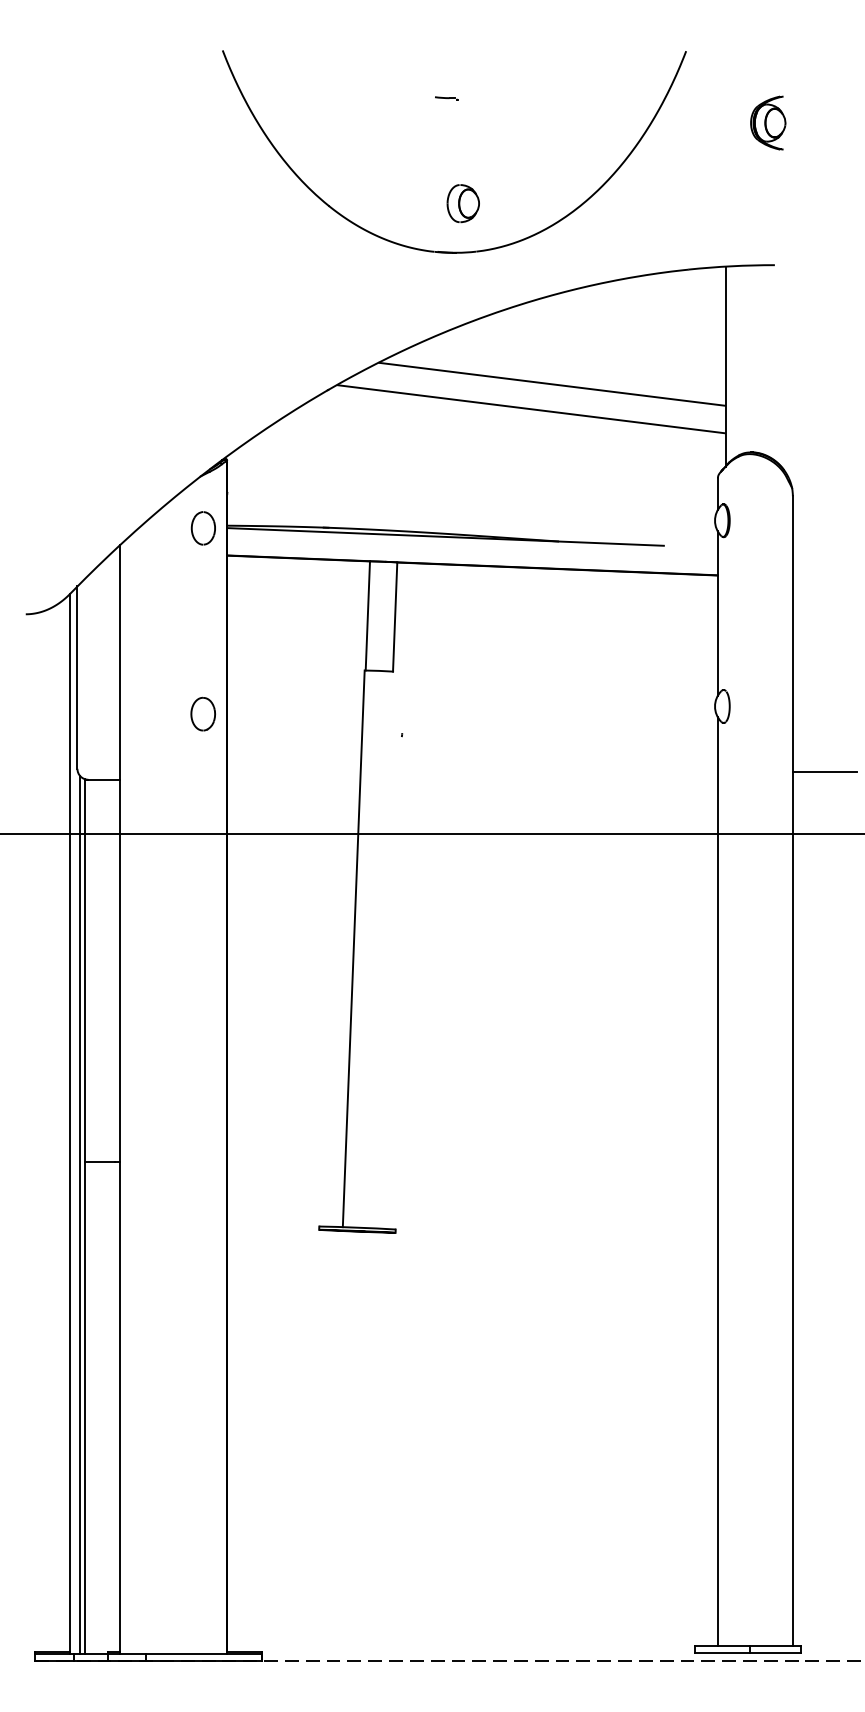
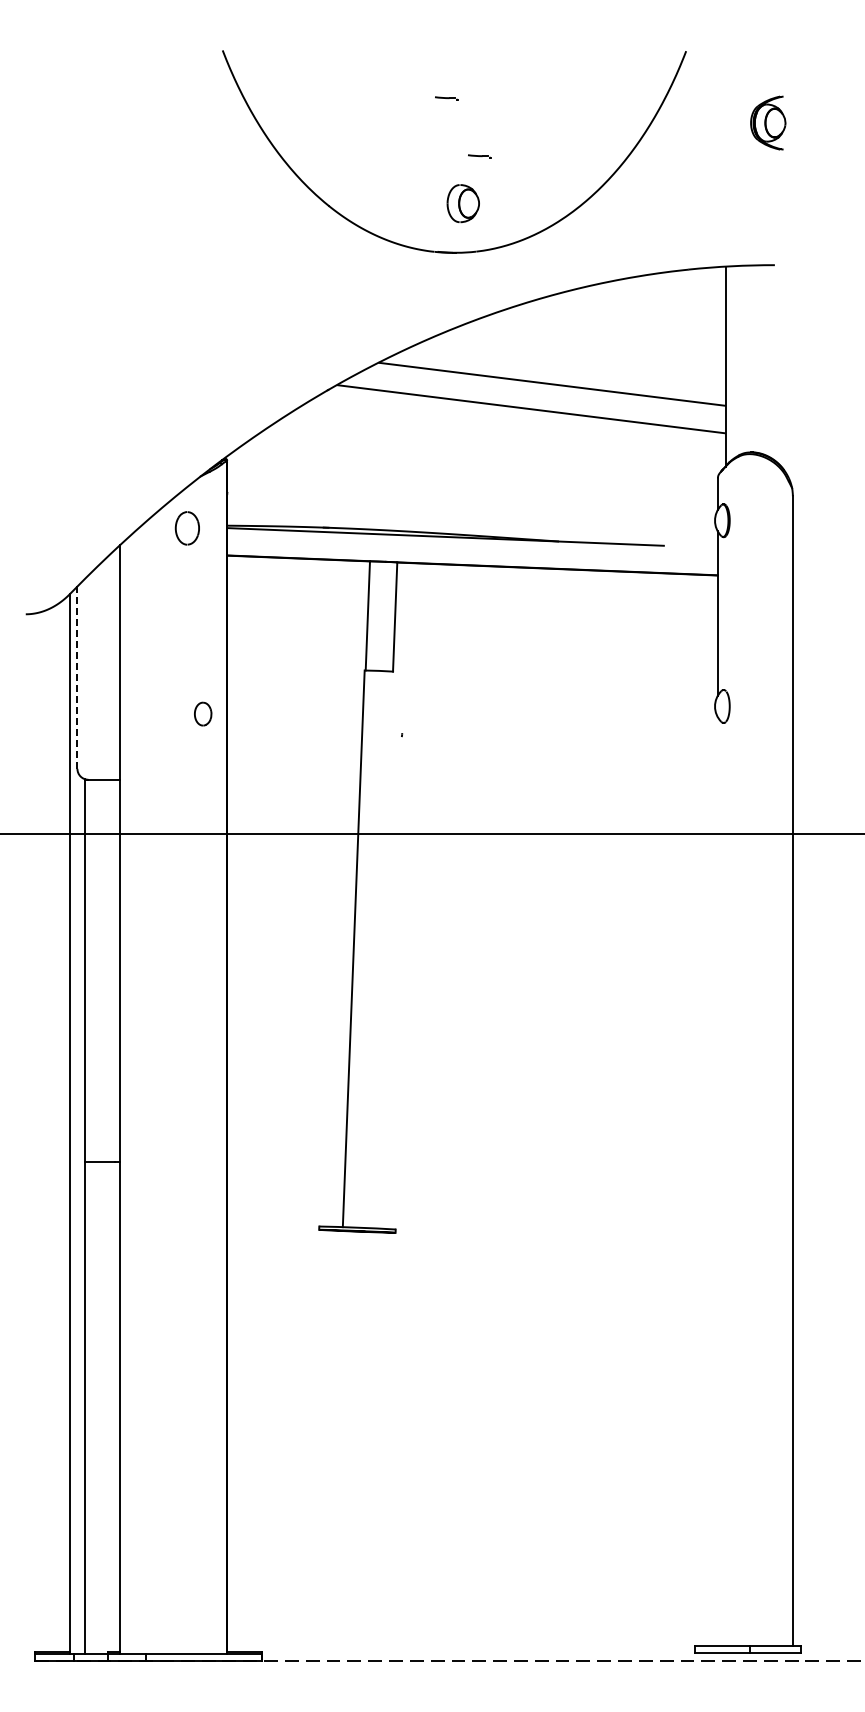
line at (479, 156): none -> present
part at (202, 528) position: (202, 528) -> (186, 528)
line at (77, 678): solid -> dashed
part at (202, 713) size: 26x36 px -> 19x26 px
line at (824, 772): present -> none
line at (717, 1181): present -> none
line at (80, 1214): present -> none
